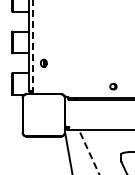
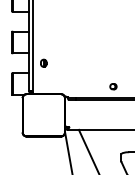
line at (33, 47): dashed -> solid
line at (88, 151): dashed -> solid
